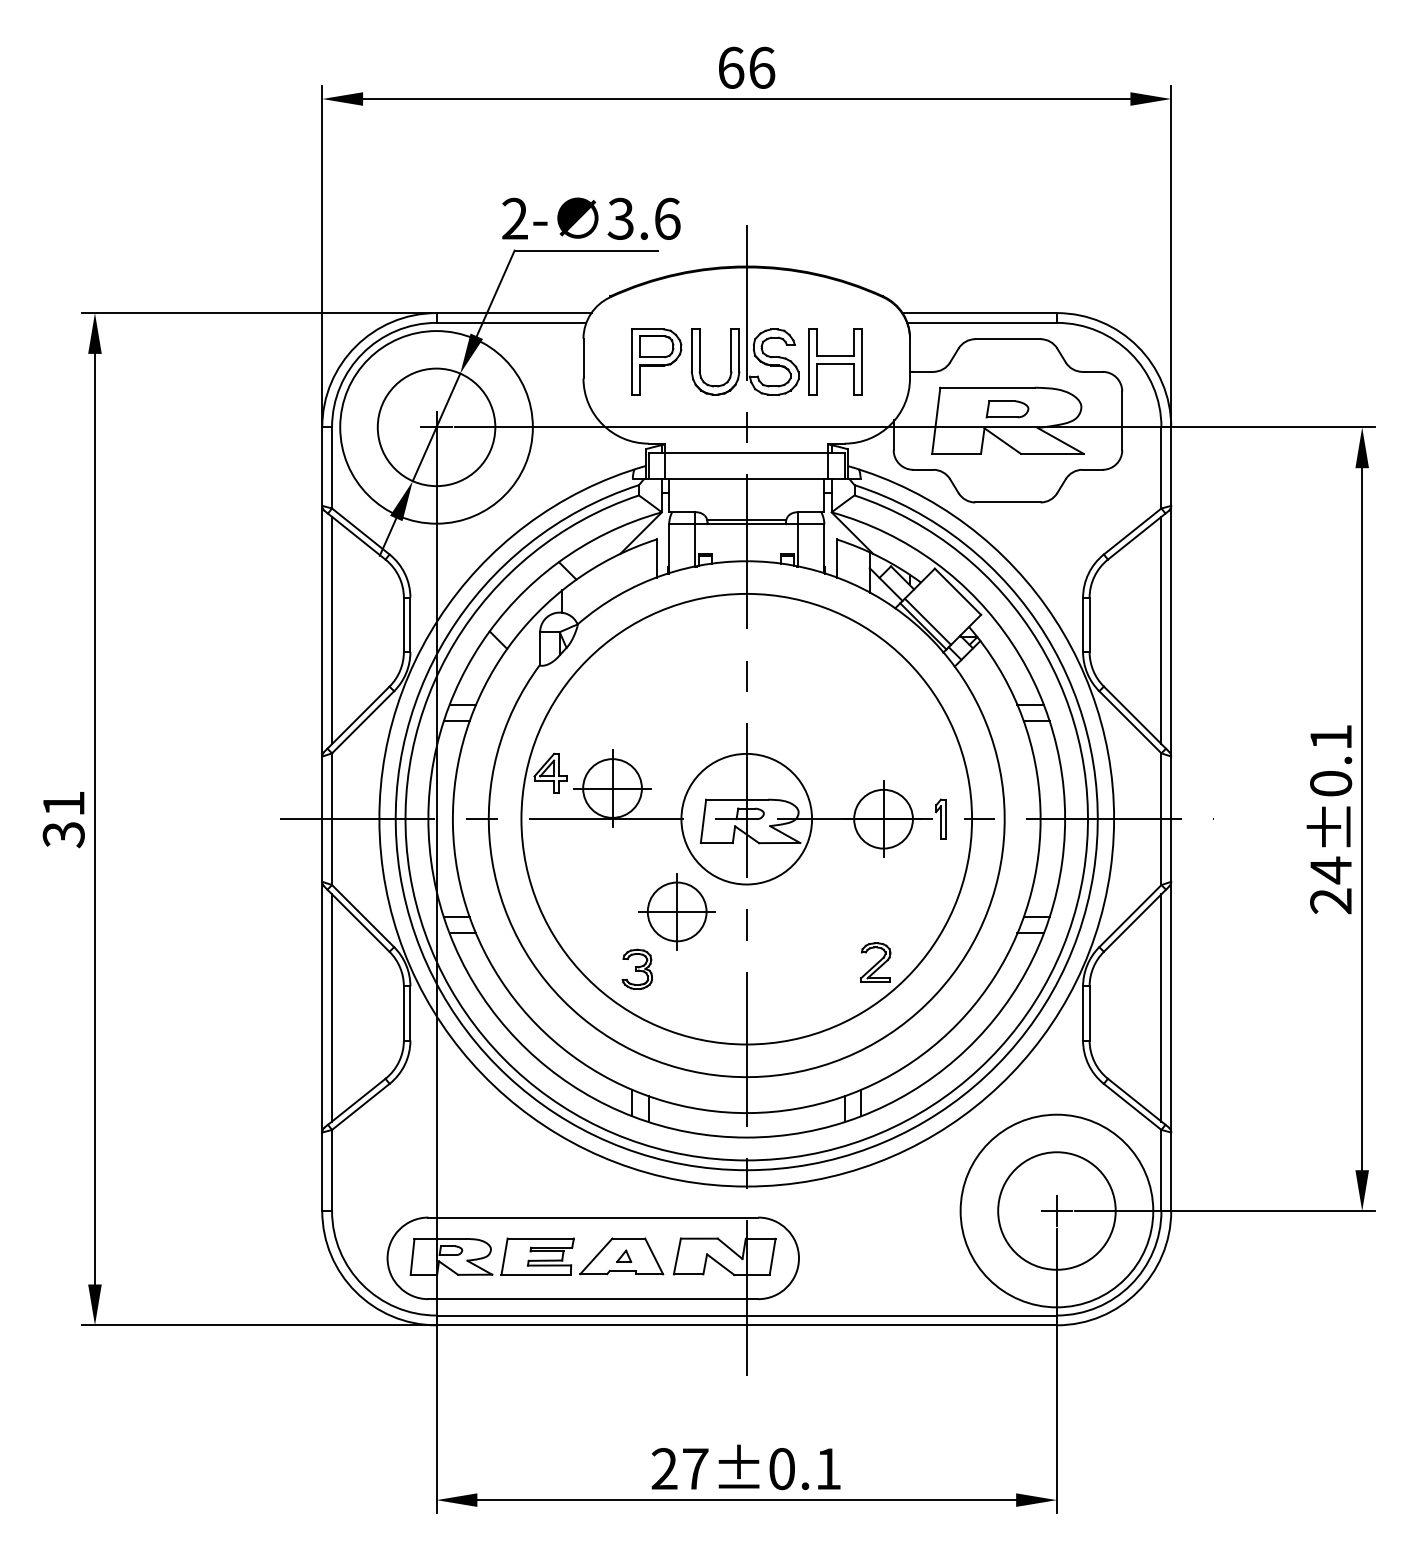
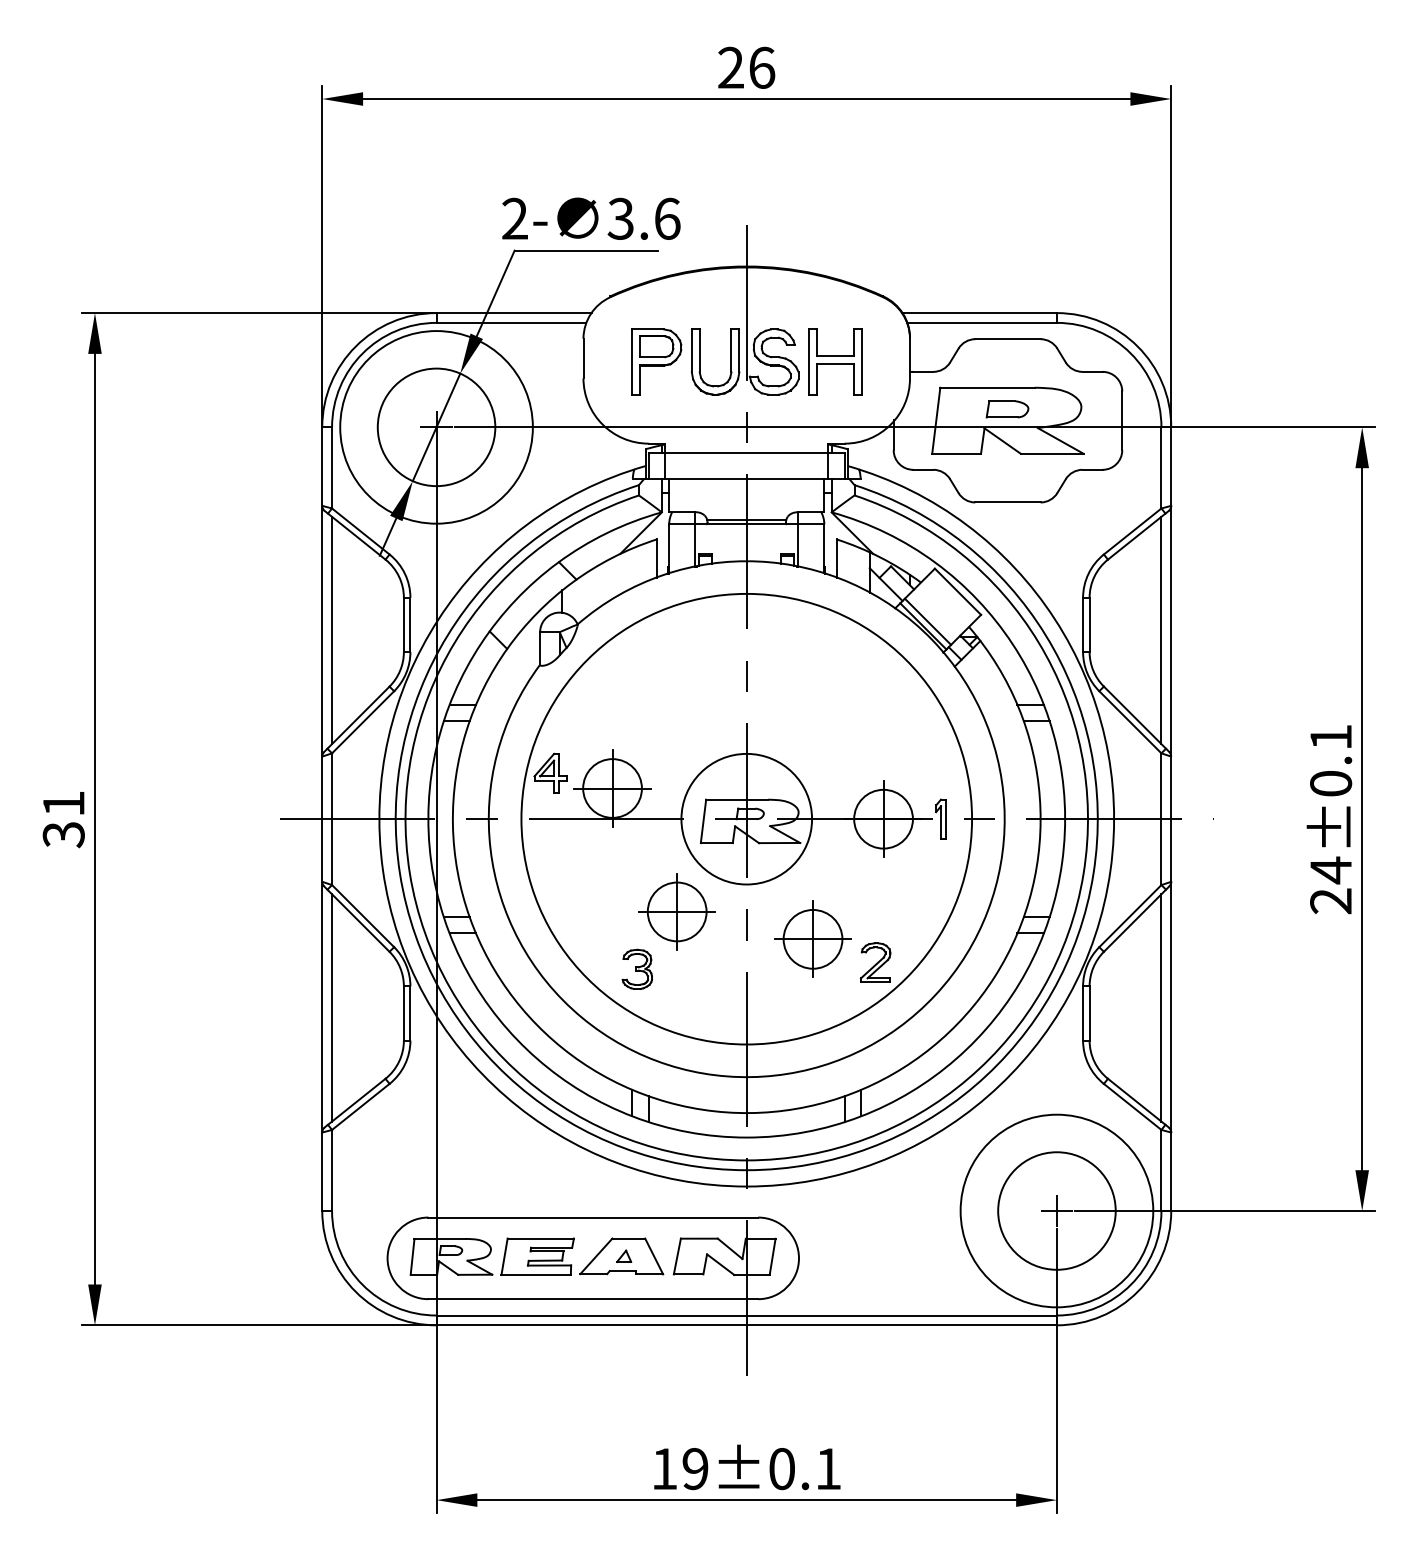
text at (731, 67): 66 -> 26
part at (812, 938): none -> present
text at (679, 1469): 27±0.1 -> 19±0.1
